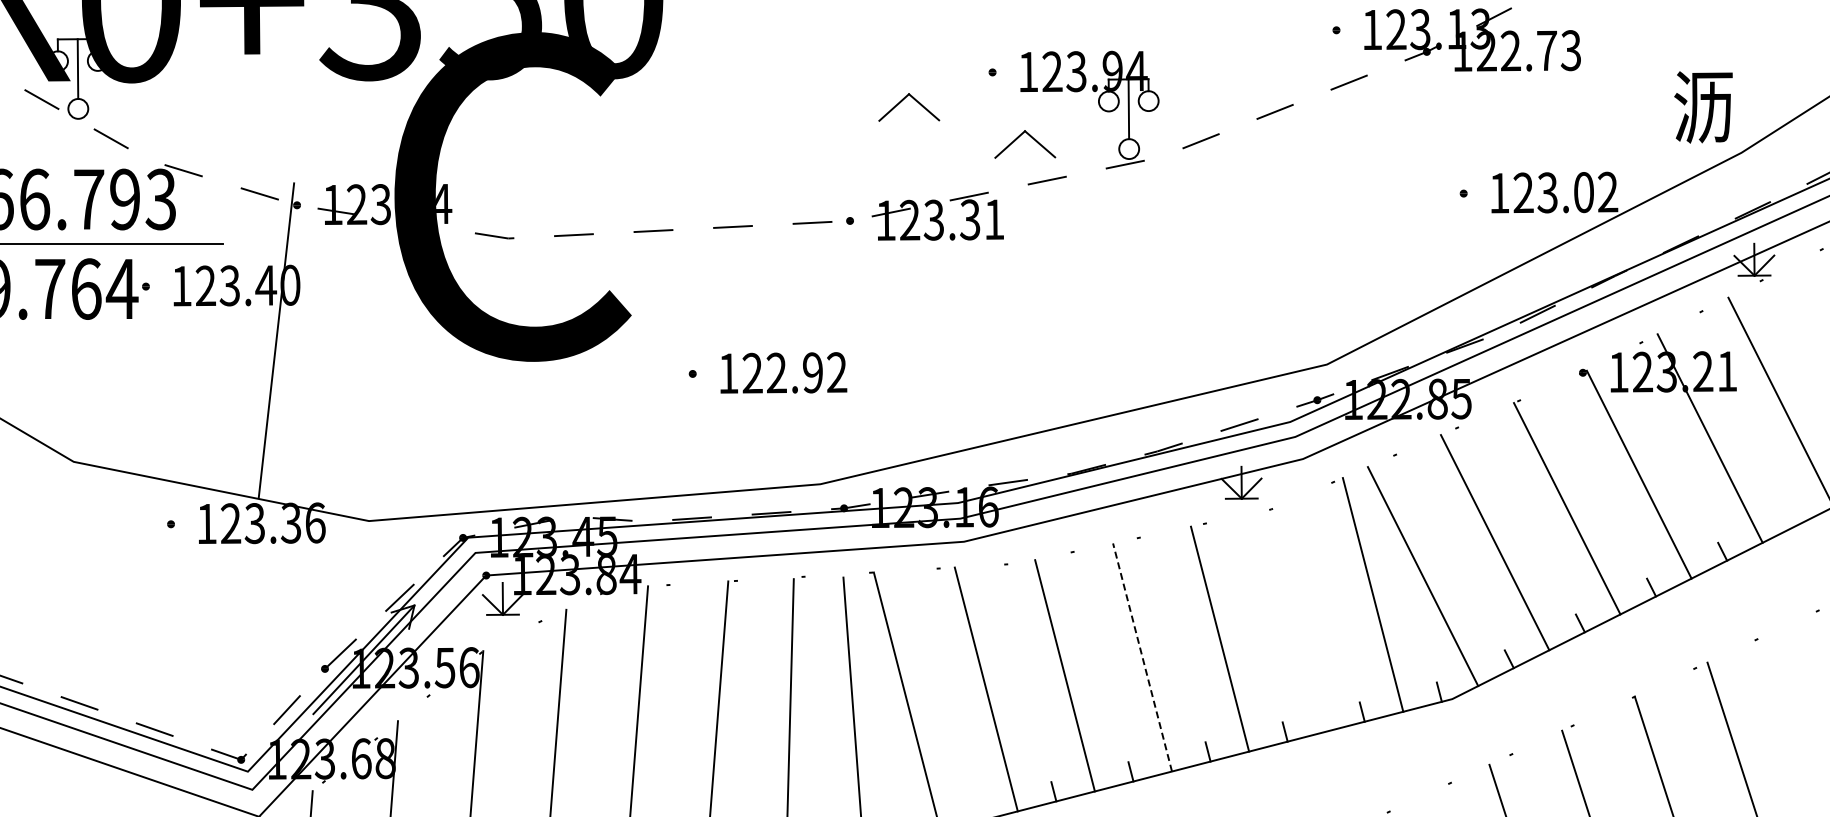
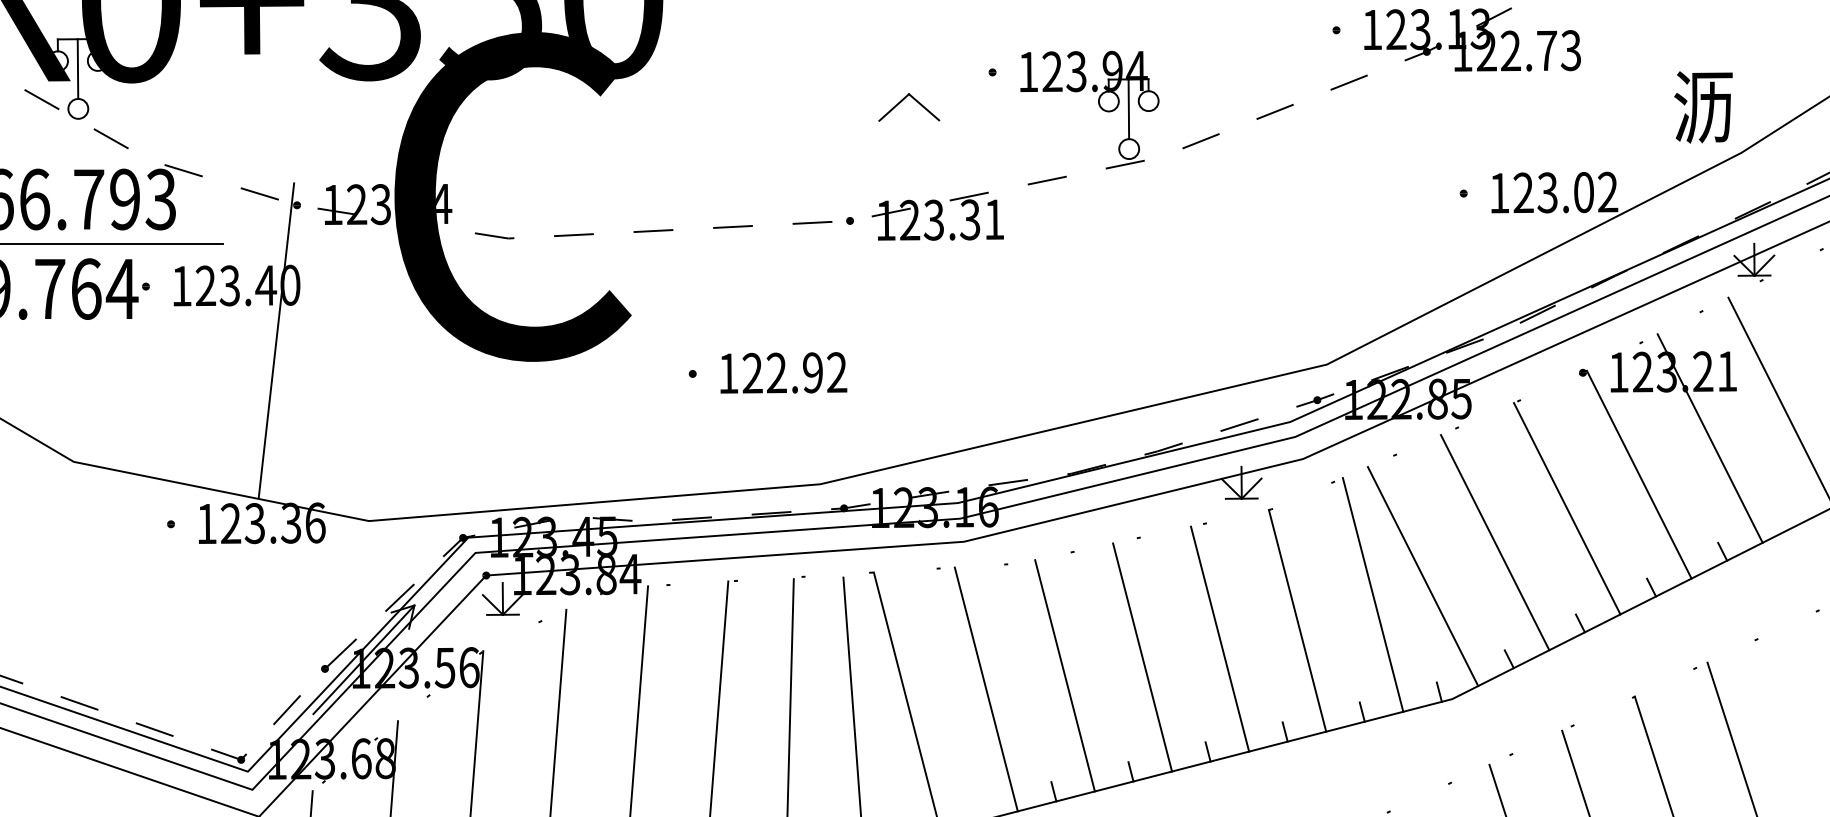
part at (1031, 138): present -> none
line at (1297, 620): none -> present
line at (1142, 657): dashed -> solid
